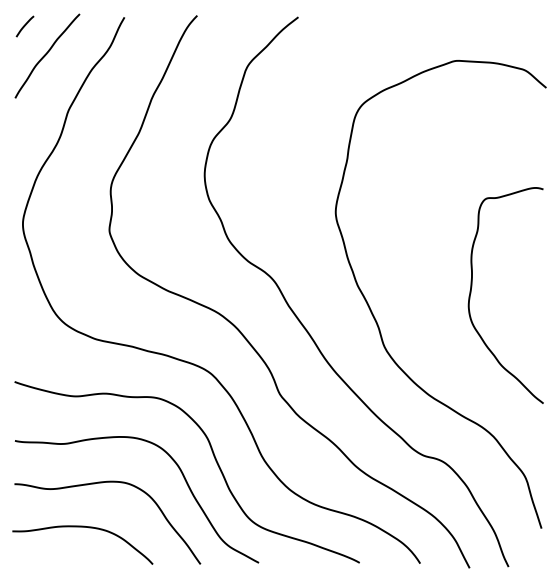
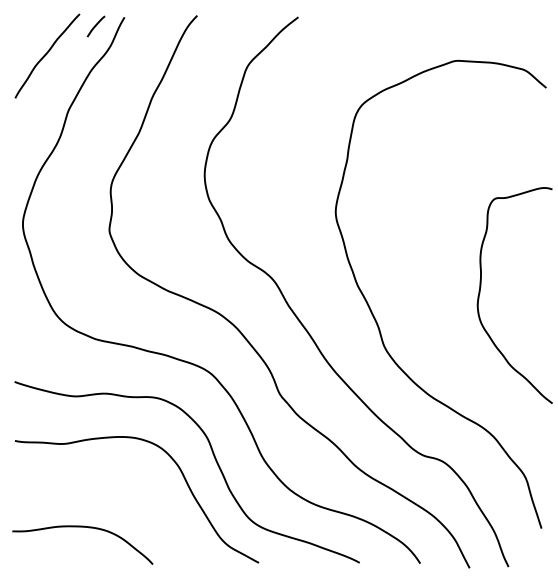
curve at (24, 26) position: (24, 26) -> (95, 26)
curve at (472, 287) position: (472, 287) -> (481, 287)
curve at (102, 483): present -> none
